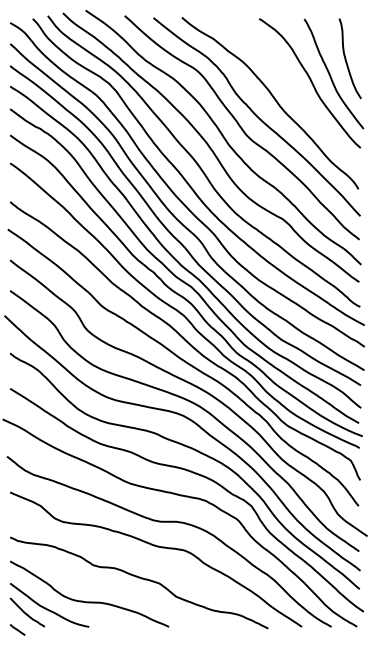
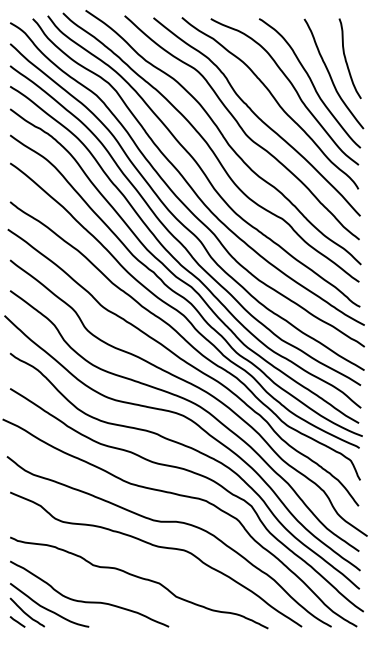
curve at (292, 87): none -> present
line at (17, 629) position: (17, 629) -> (17, 621)
